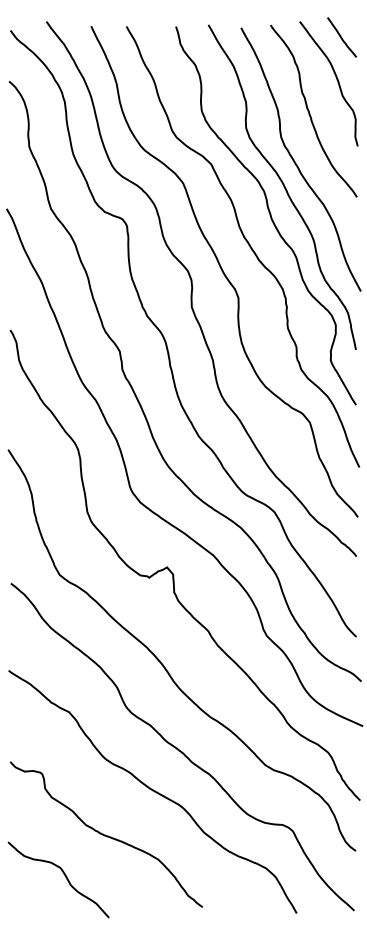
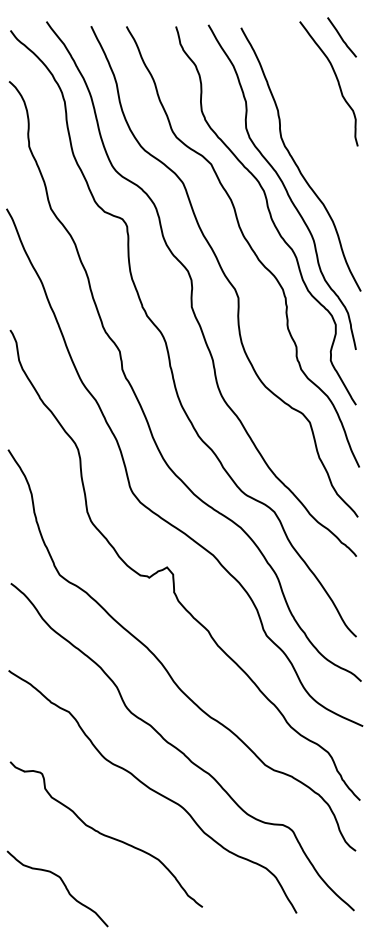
curve at (309, 110): present -> none
curve at (63, 874) position: (63, 874) -> (62, 883)
